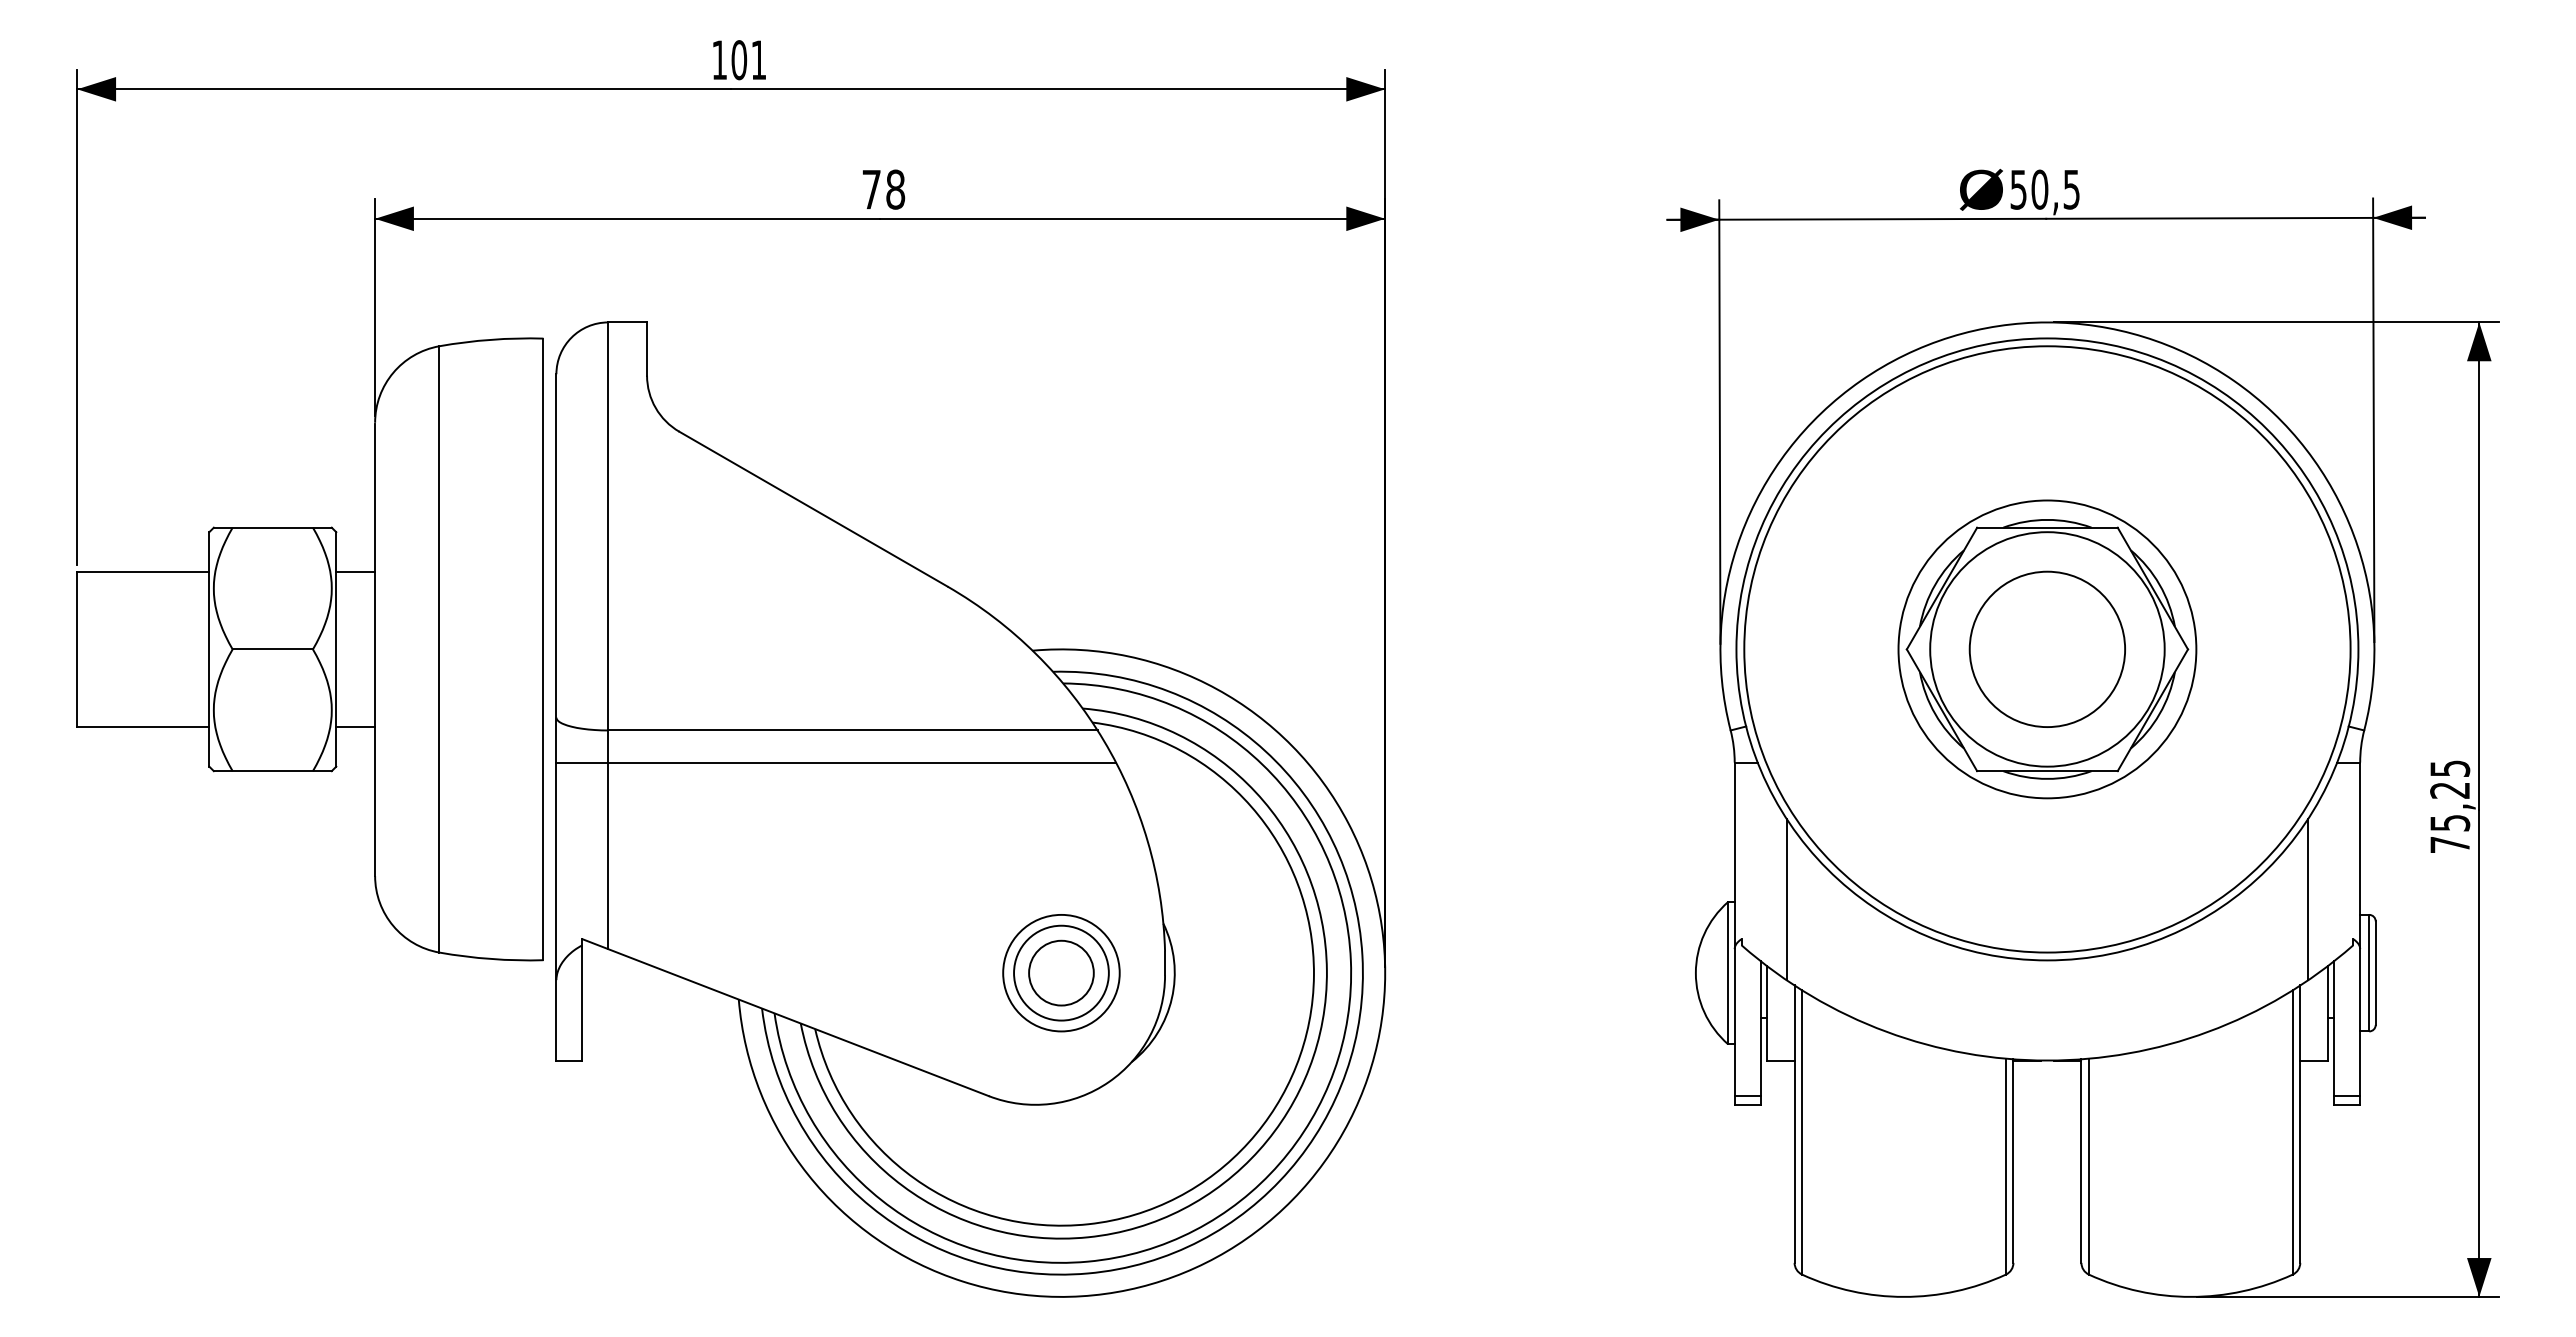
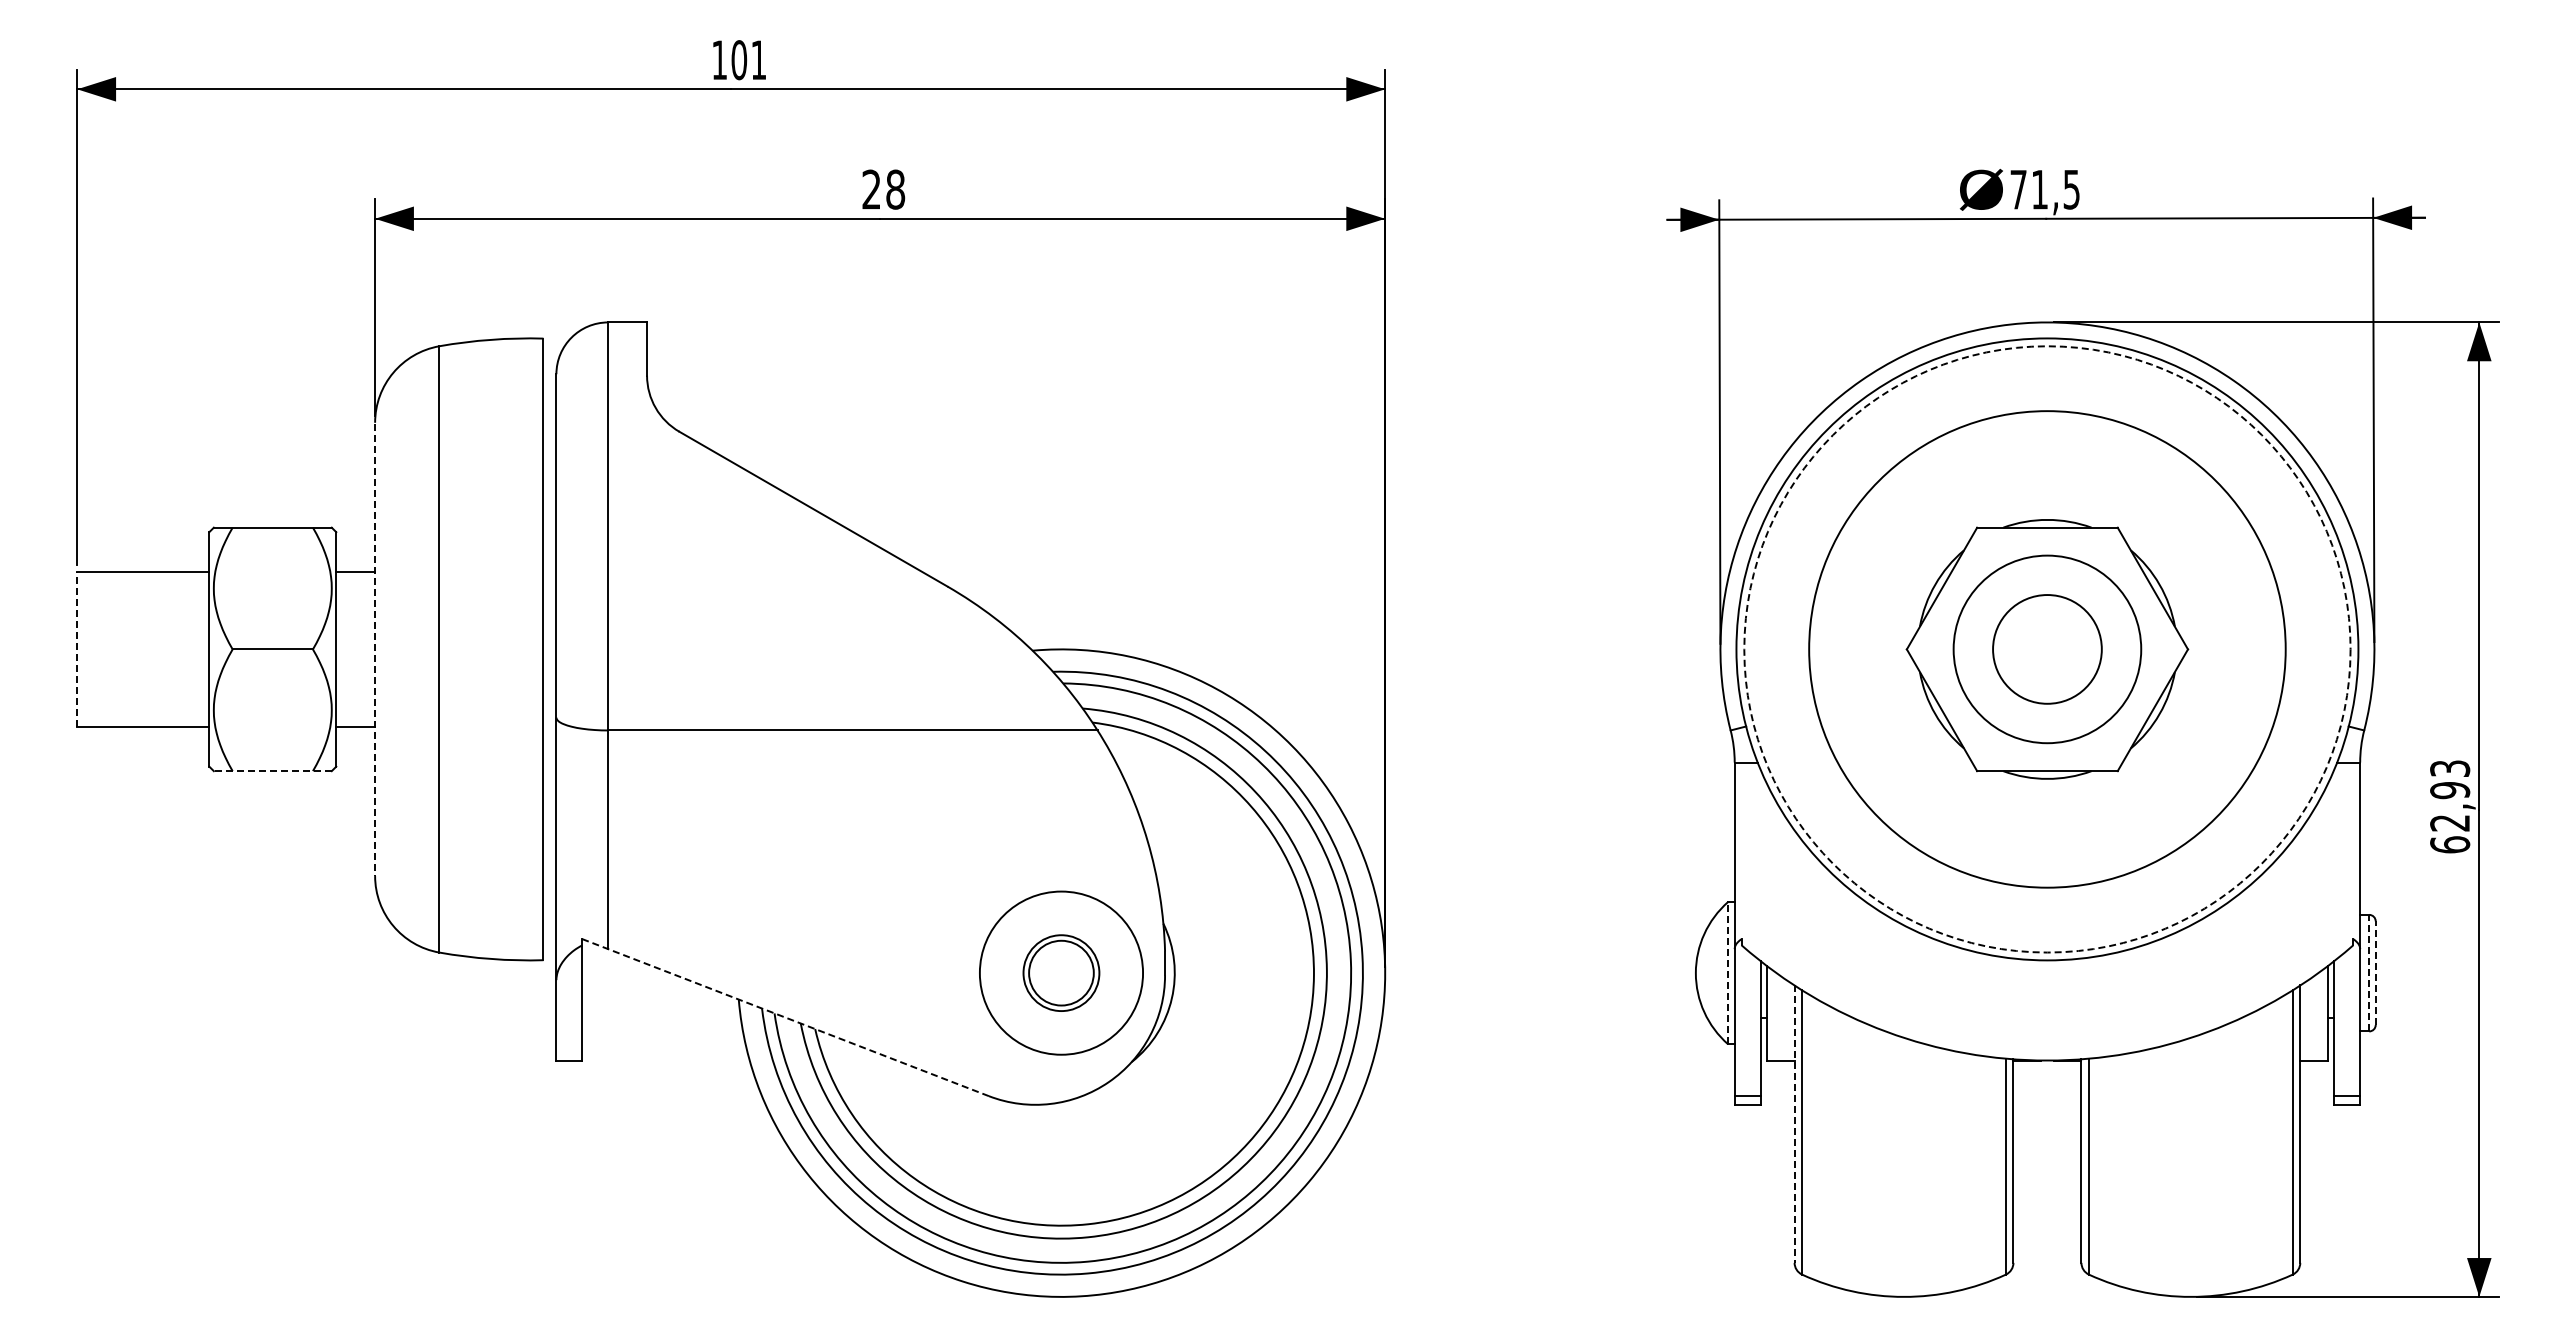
text at (871, 189): 78 -> 28
text at (2029, 189): 50,5 -> 71,5
line at (77, 649): solid -> dashed
circle at (2047, 649) diameter: 155 px -> 109 px
circle at (2047, 649) diameter: 234 px -> 188 px
circle at (2047, 649) diameter: 298 px -> 477 px
circle at (2047, 649): solid -> dashed
line at (375, 650): solid -> dashed
line at (836, 762): present -> none
line at (272, 771): solid -> dashed
text at (2450, 806): 75,25 -> 62,93
line at (1786, 899): present -> none
line at (2308, 899): present -> none
circle at (1061, 972) diameter: 117 px -> 163 px
circle at (1061, 972) diameter: 95 px -> 76 px
line at (1728, 972): solid -> dashed
line at (2369, 972): solid -> dashed
line at (2375, 973): solid -> dashed
line at (785, 1017): solid -> dashed
line at (1794, 1124): solid -> dashed
